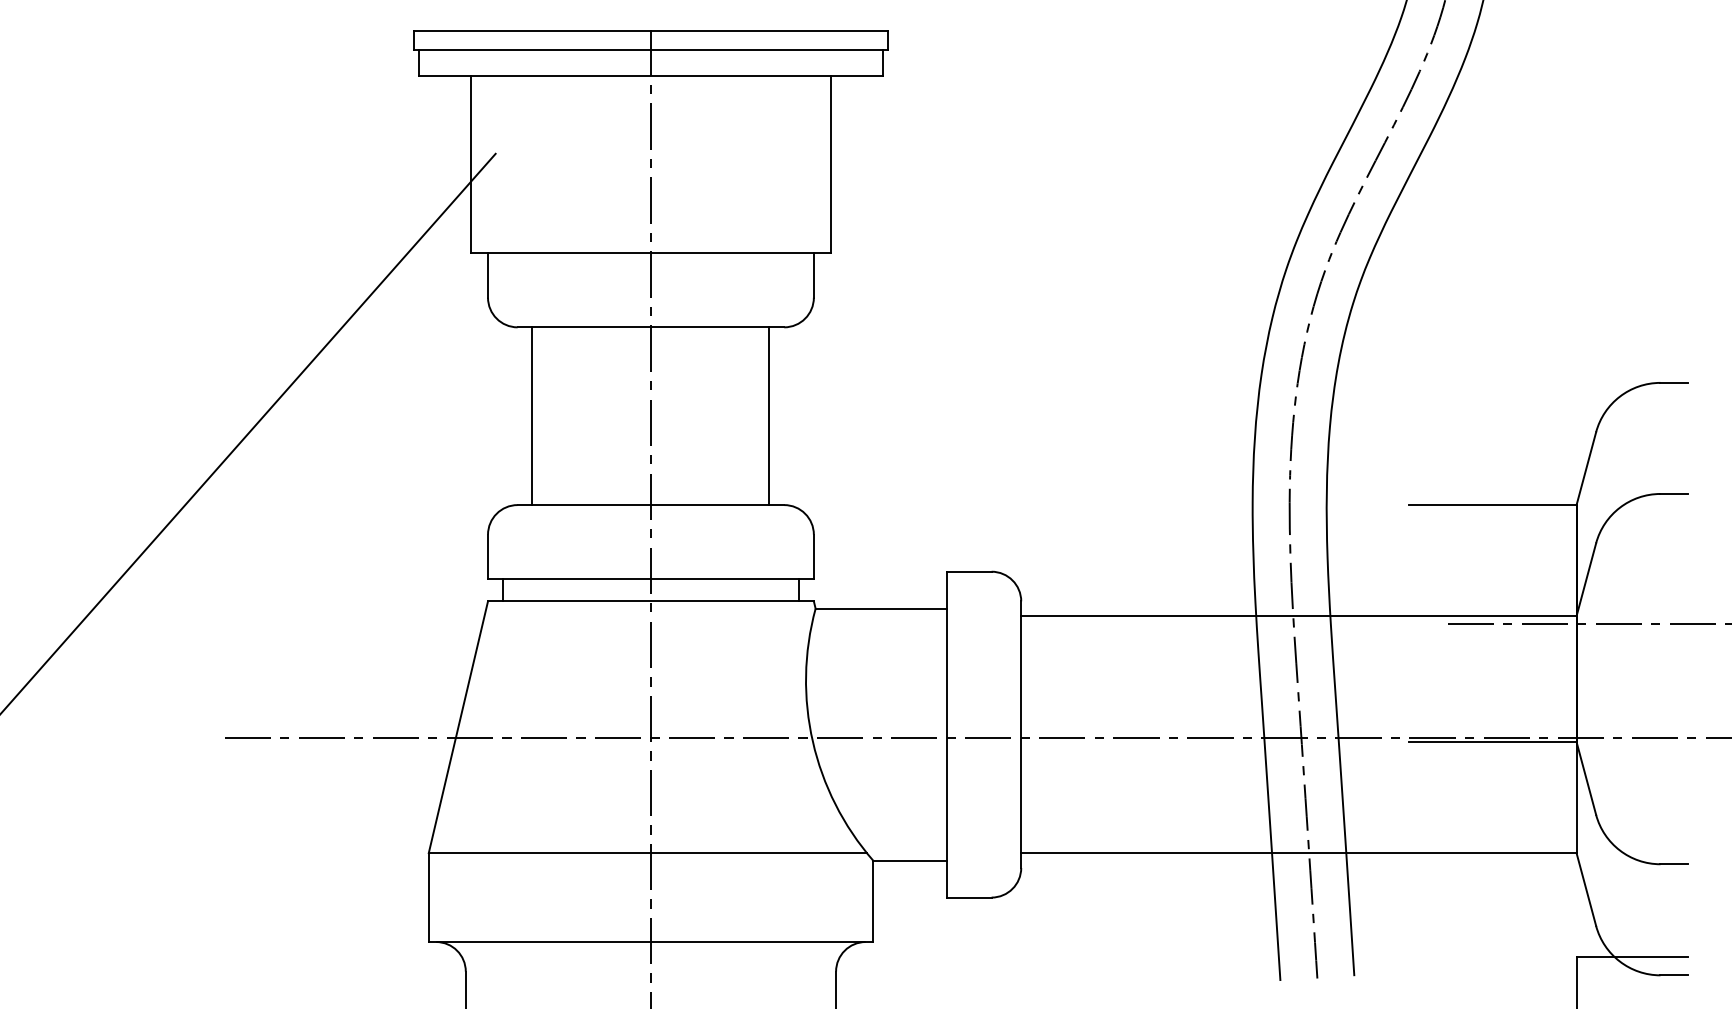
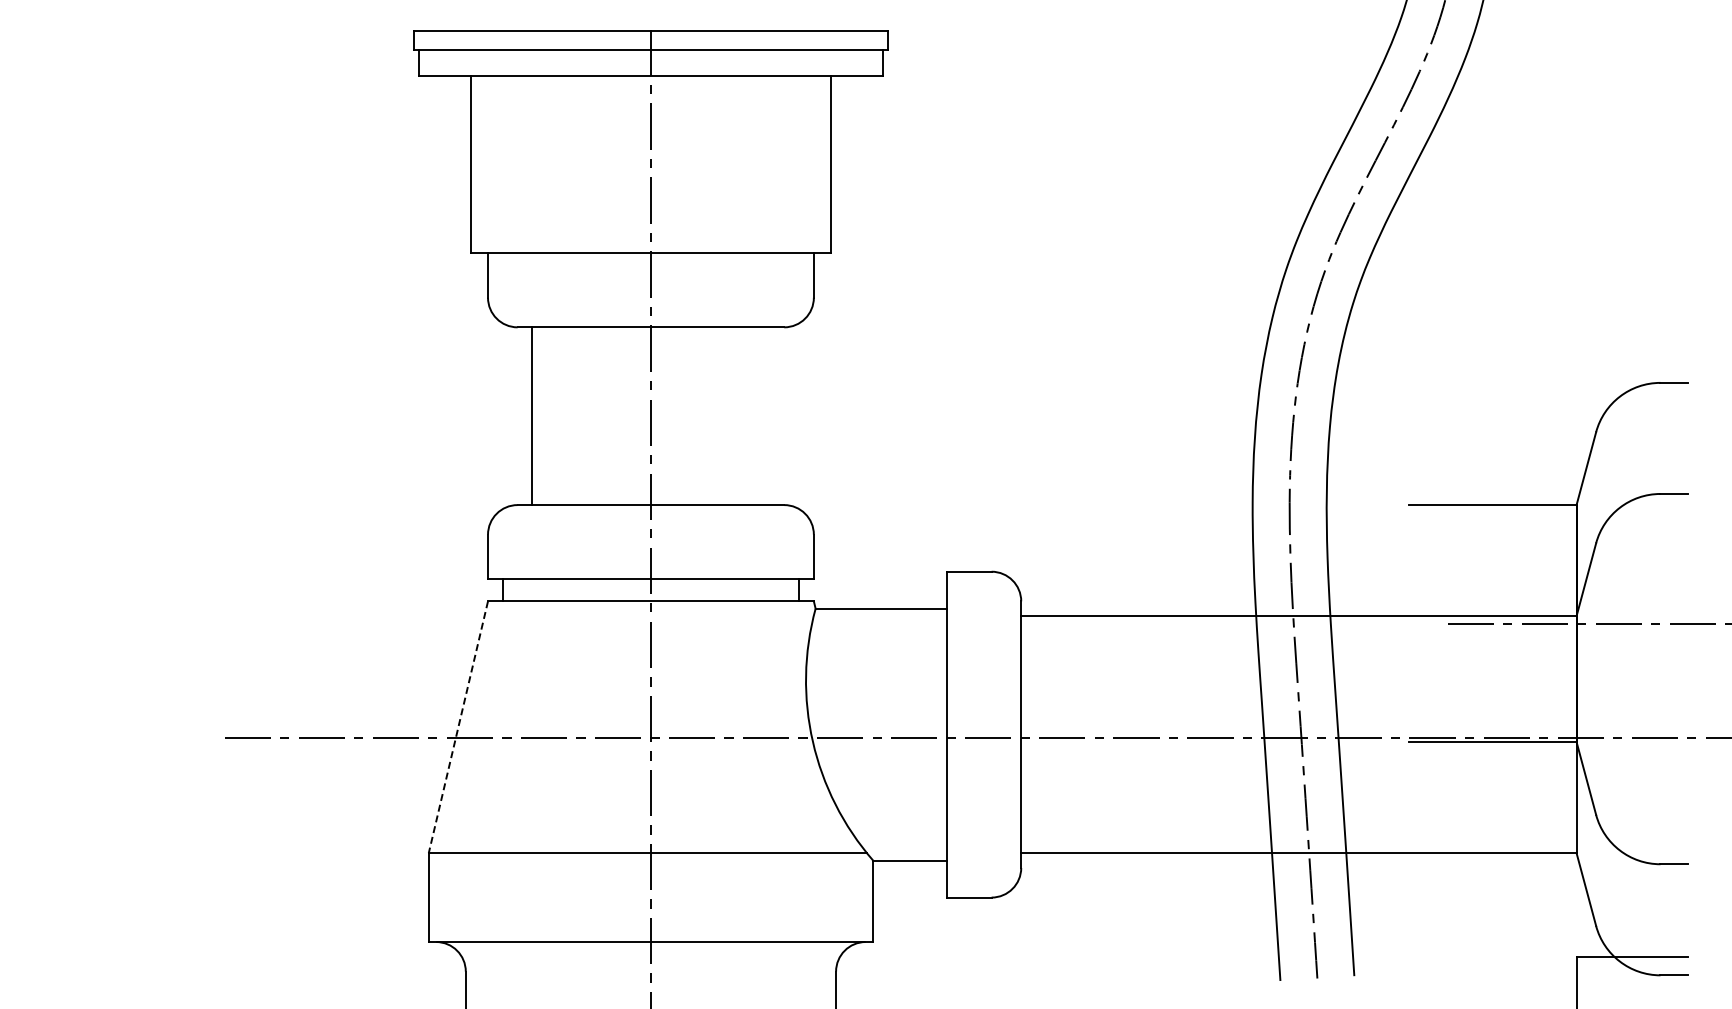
line at (769, 416): present -> none
line at (248, 432): present -> none
line at (458, 727): solid -> dashed
